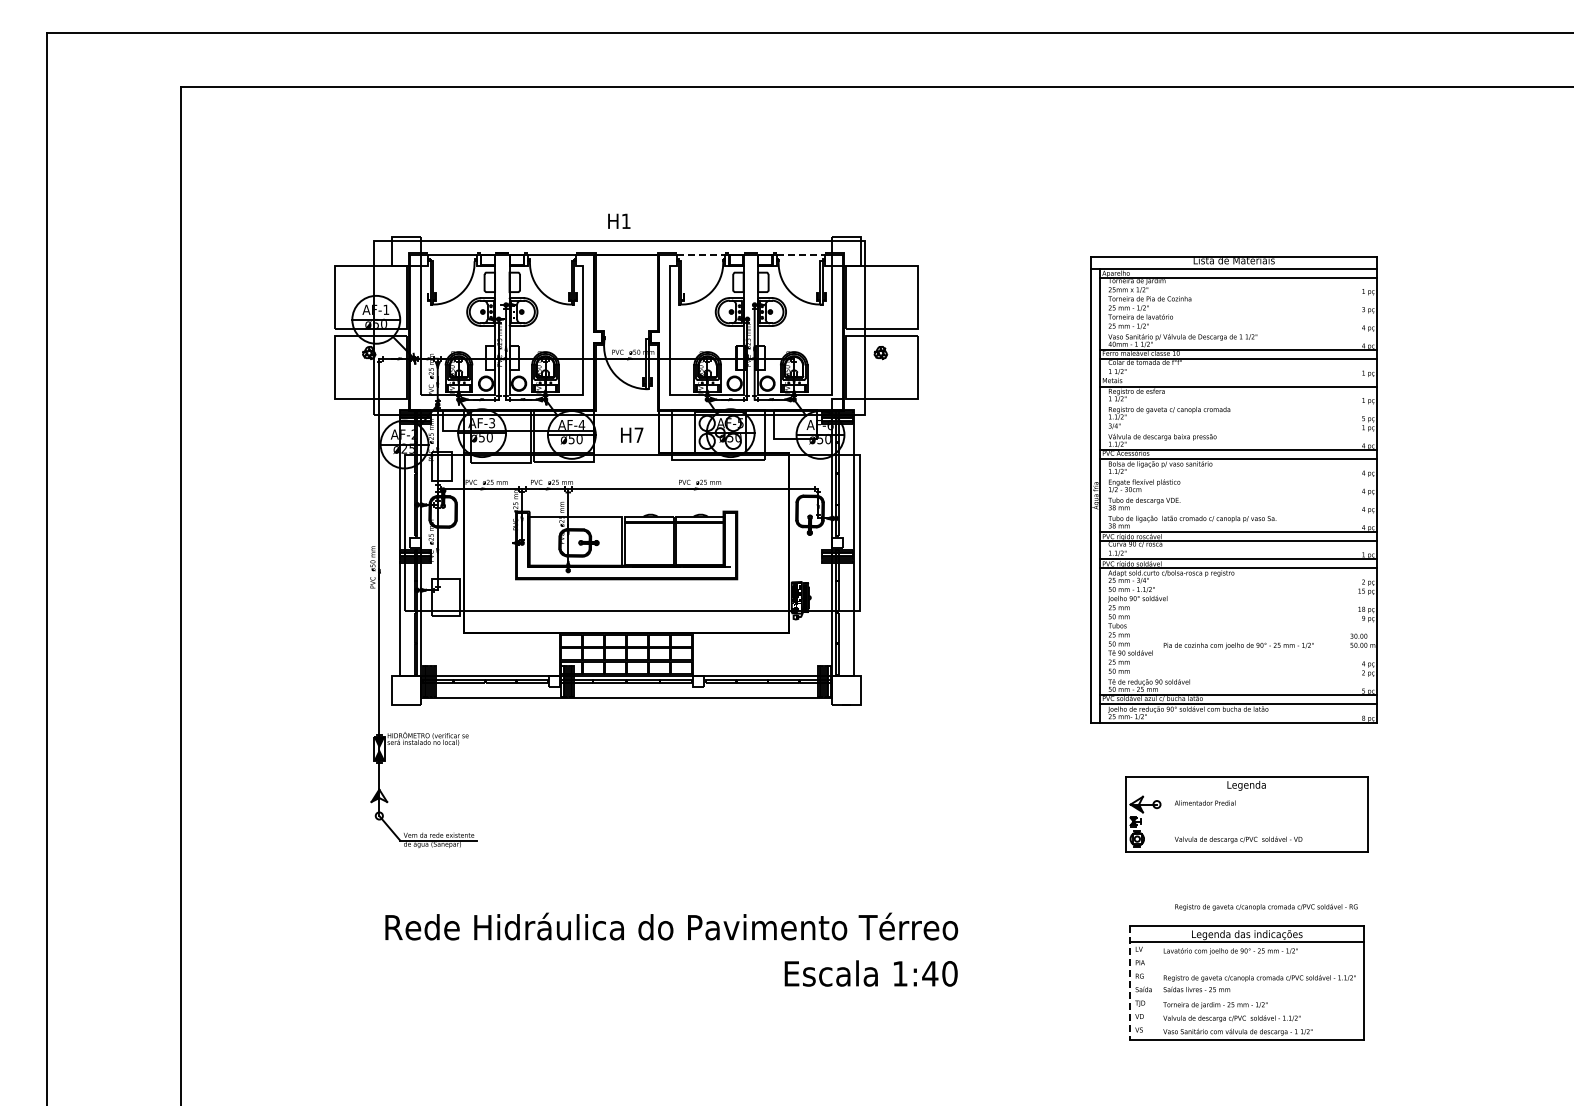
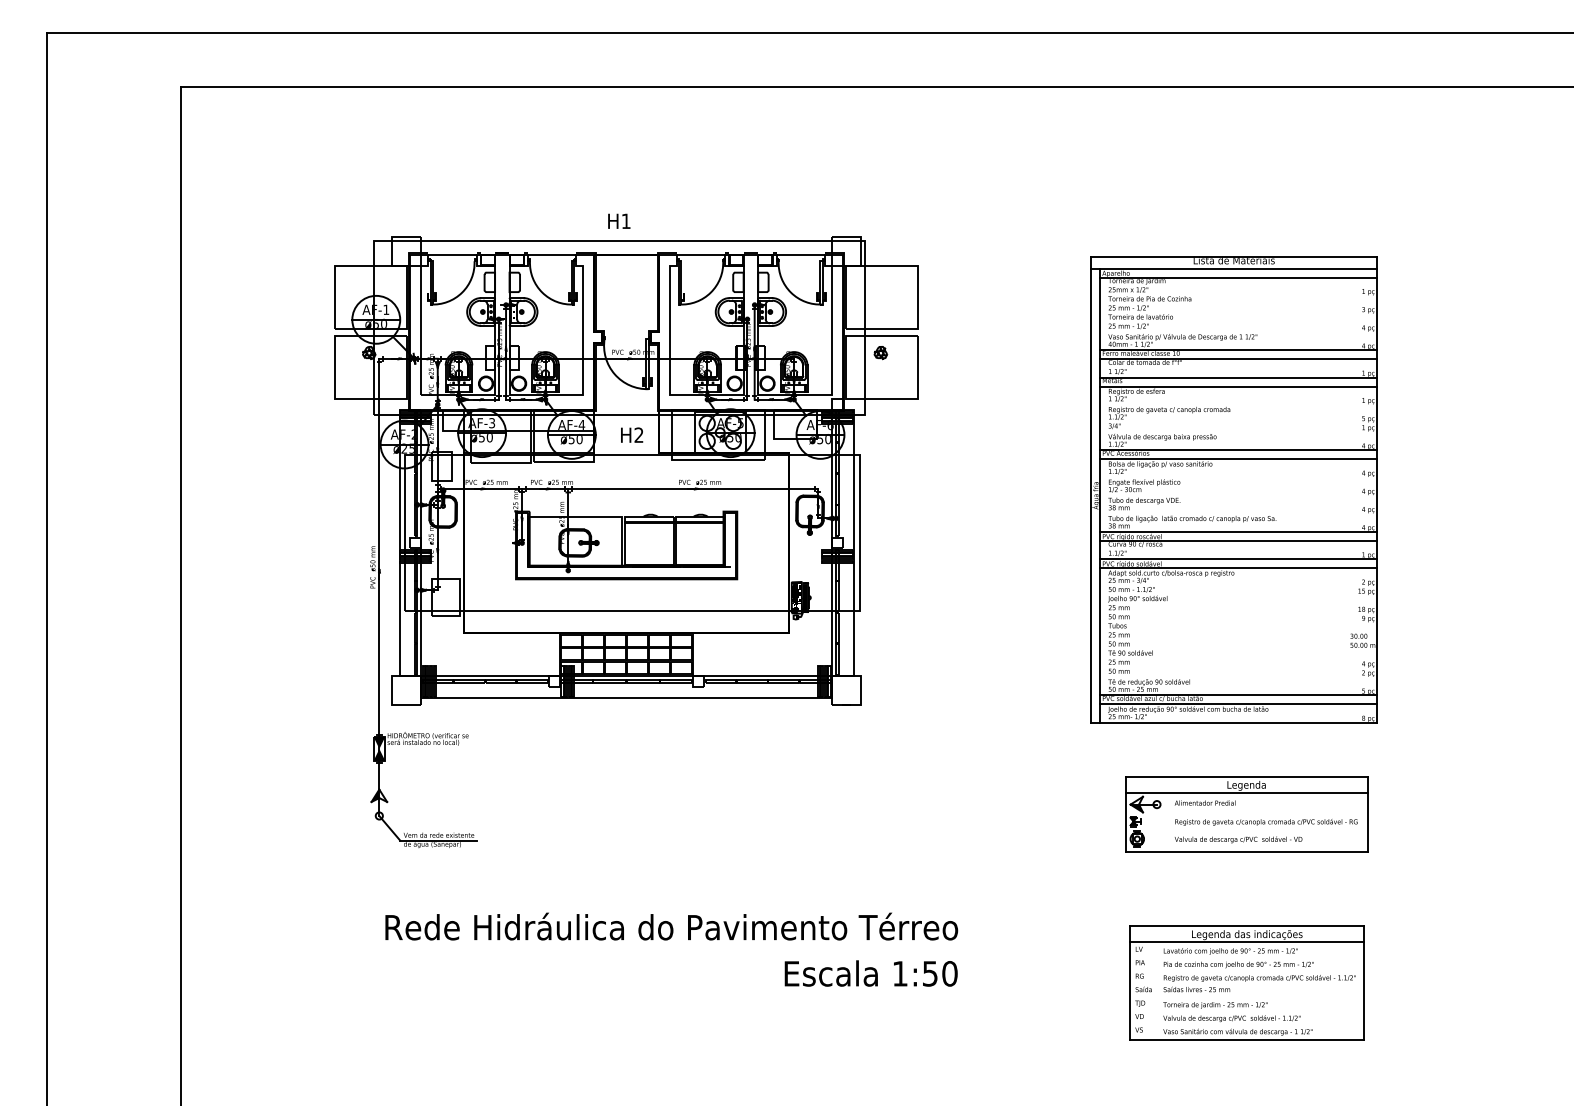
line at (701, 254): dashed -> solid
line at (801, 254): dashed -> solid
line at (1238, 377): none -> present
text at (638, 434): H7 -> H2
text at (1238, 645) position: (1238, 645) -> (1238, 964)
line at (1246, 792): none -> present
text at (1266, 907) position: (1266, 907) -> (1266, 822)
text at (930, 973): 1:40 -> 1:50
line at (1130, 983): dashed -> solid
